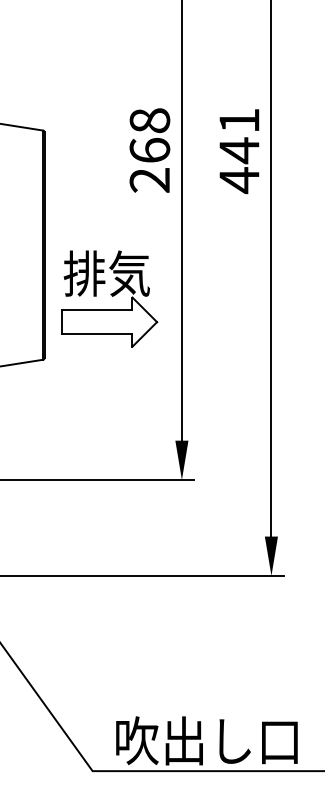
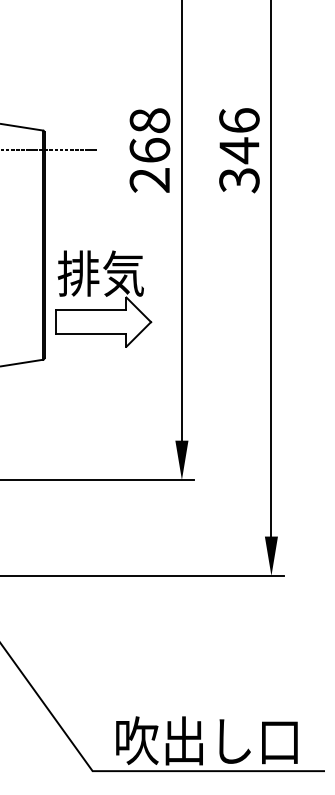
line at (49, 150): none -> present
text at (239, 151): 441 -> 346
part at (109, 298) position: (109, 298) -> (103, 298)
